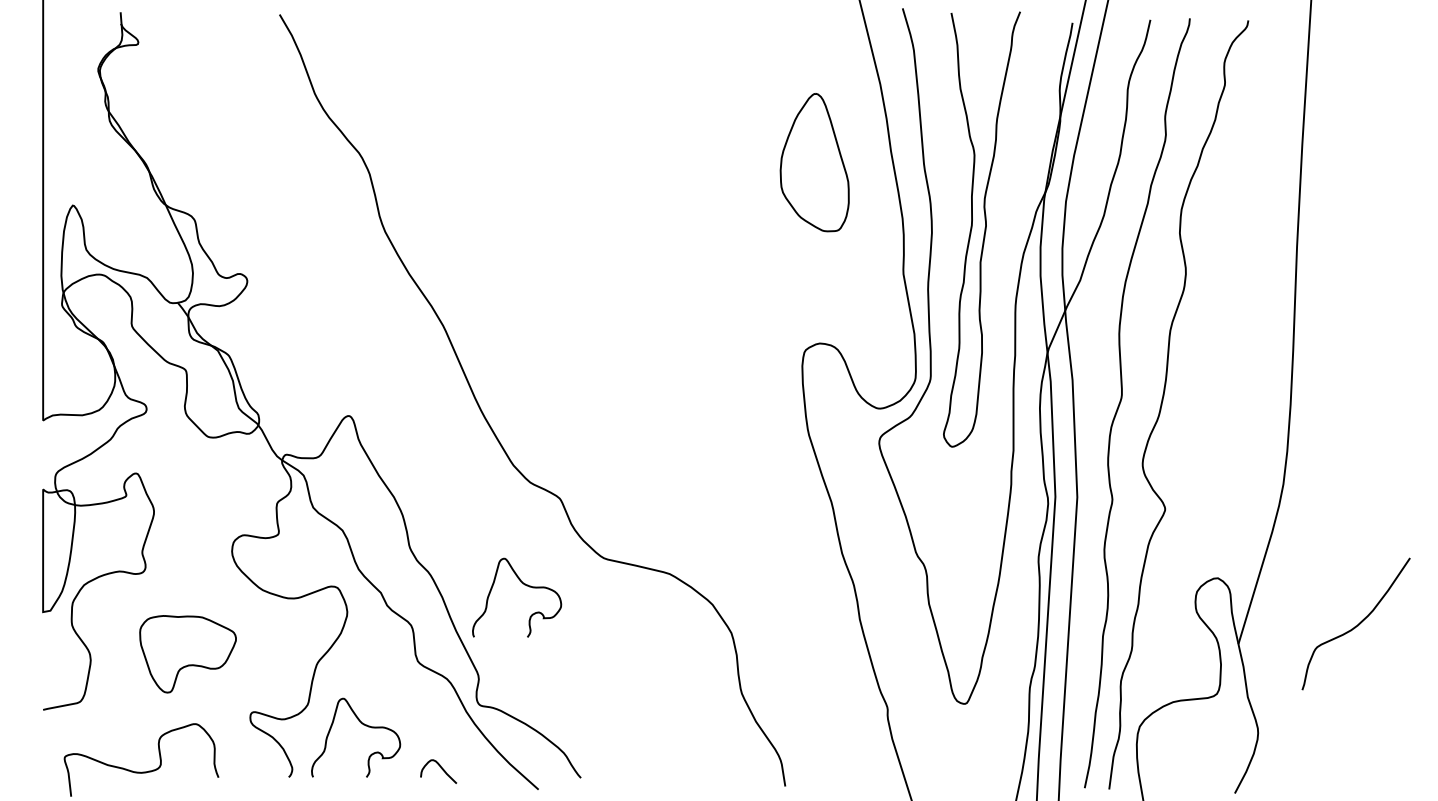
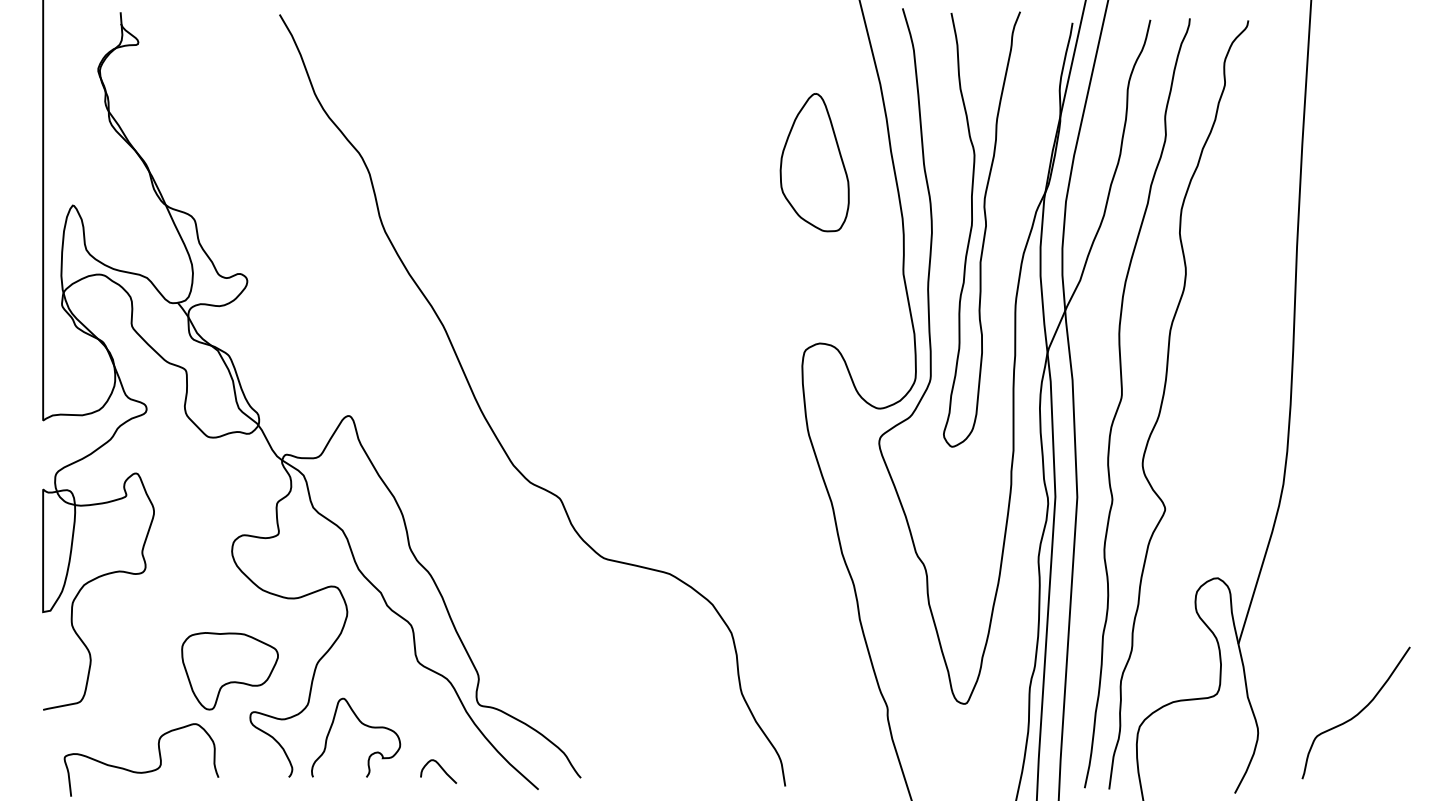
curve at (524, 585): present -> none
curve at (1355, 625) position: (1355, 625) -> (1355, 714)
part at (187, 654) position: (187, 654) -> (229, 671)
